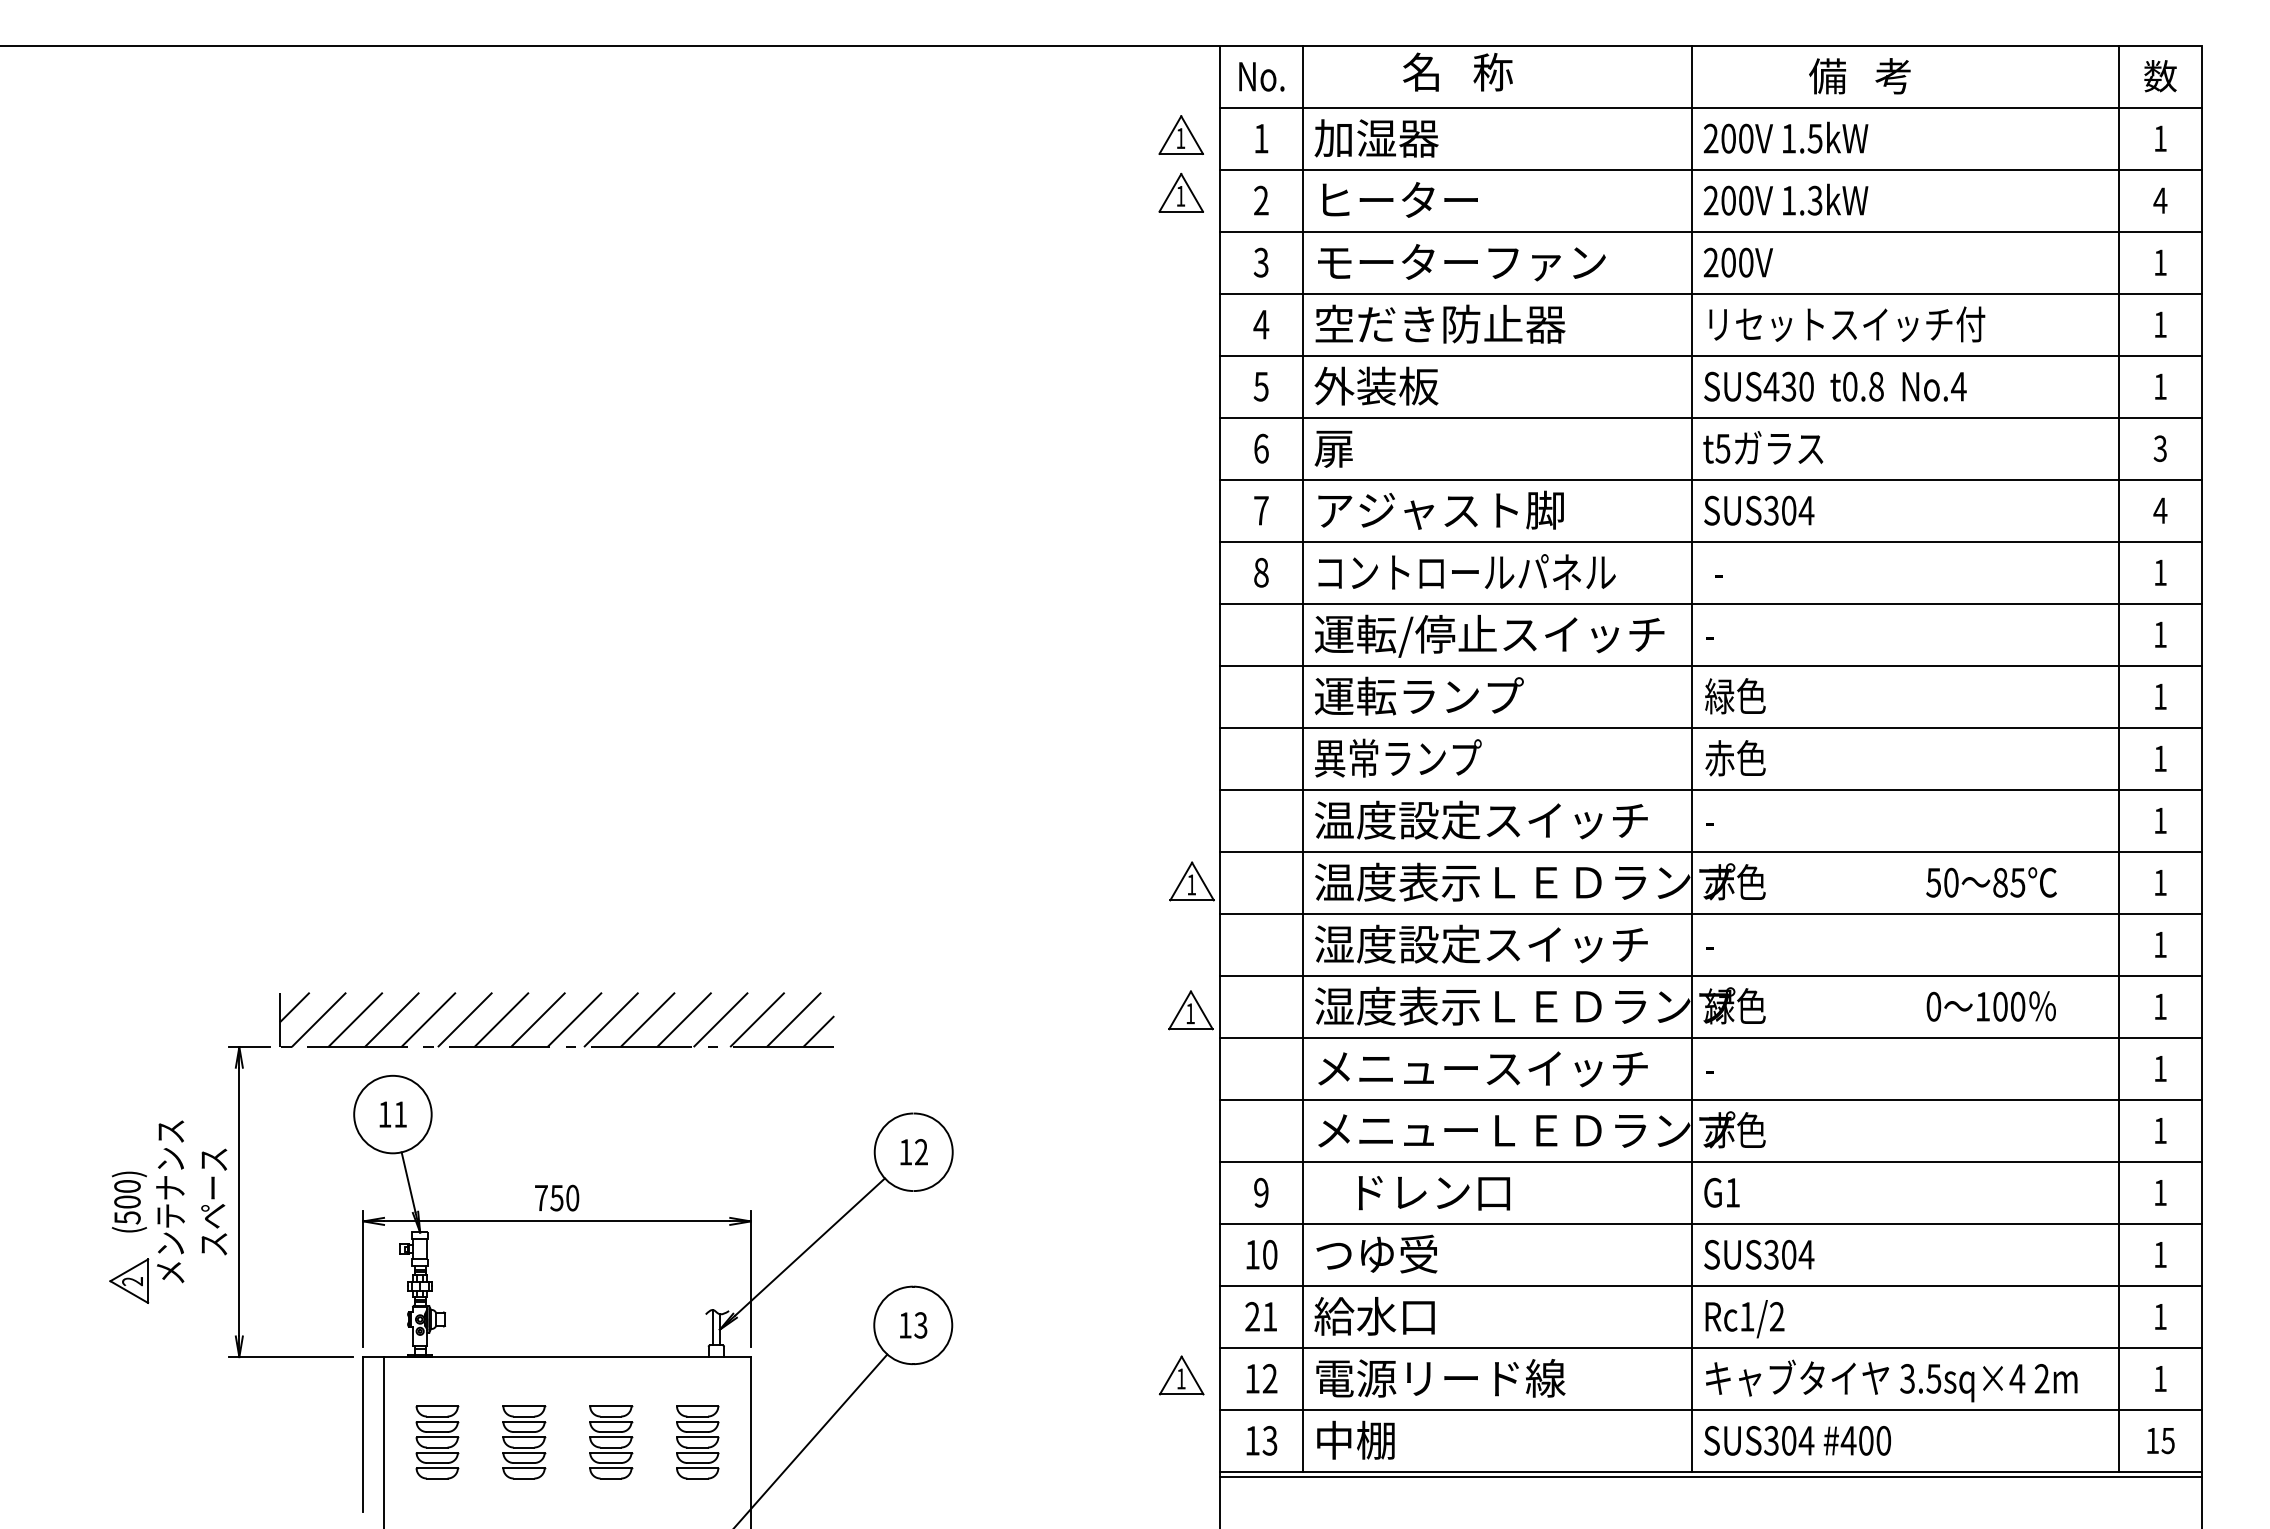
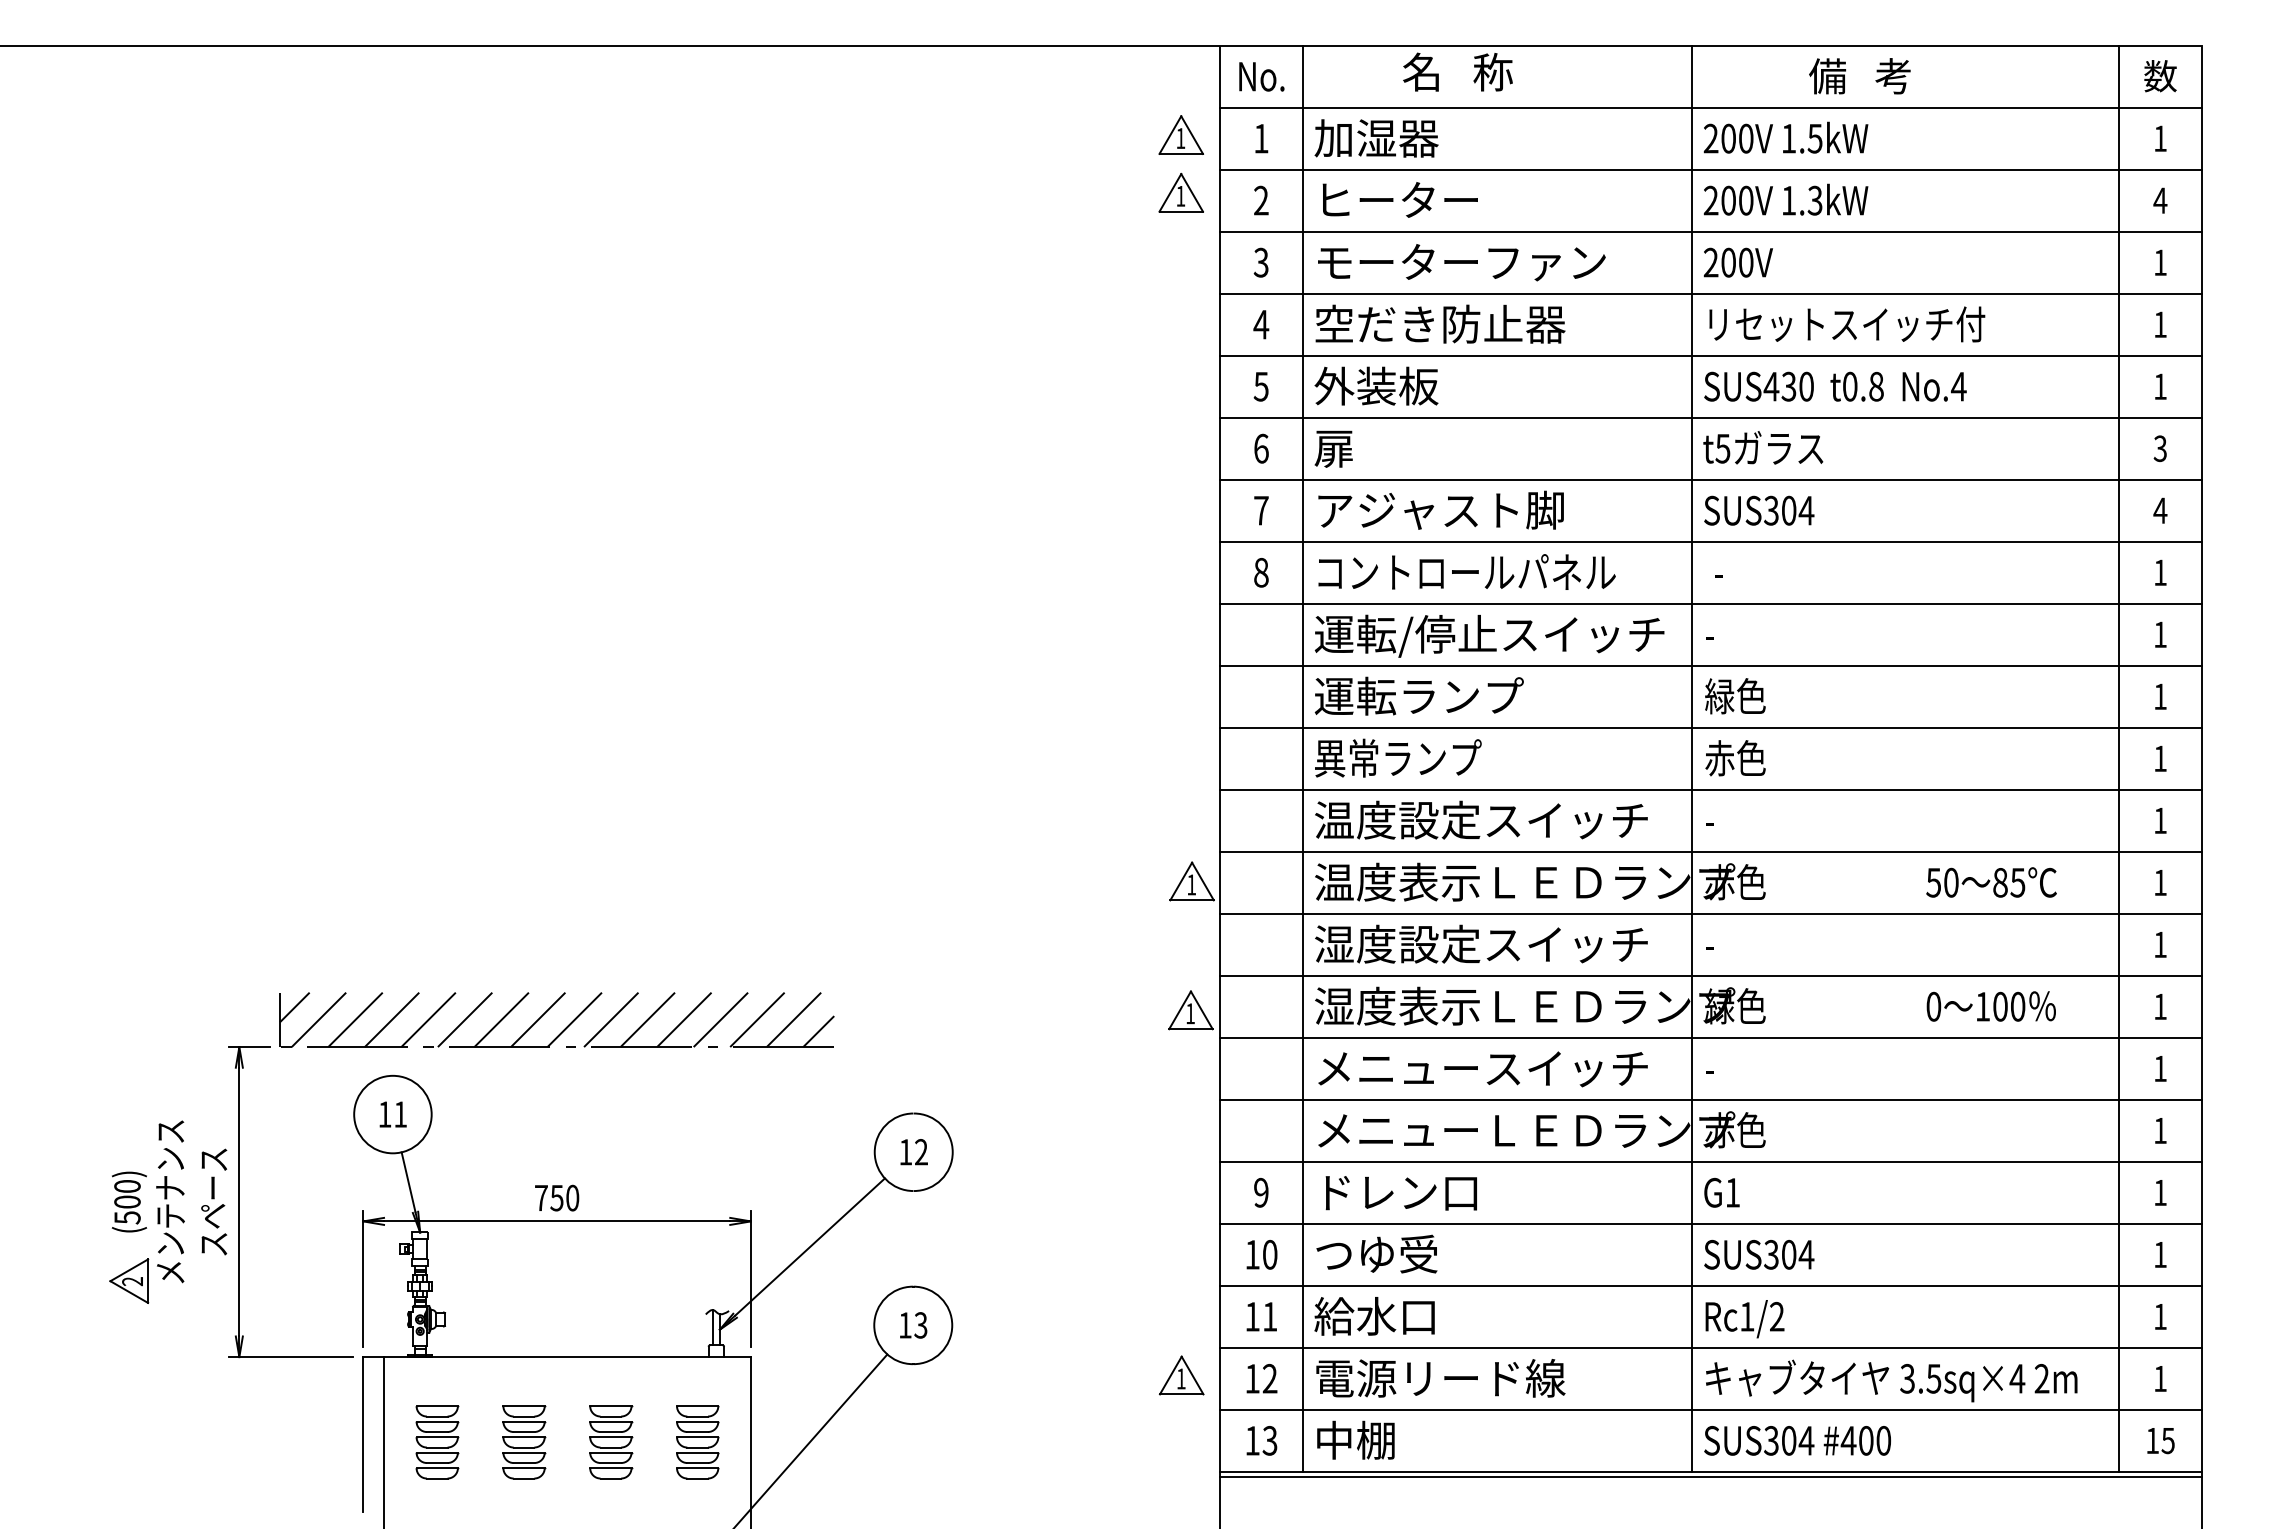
text at (1433, 1193) position: (1433, 1193) -> (1400, 1193)
text at (1252, 1316): 21 -> 11
